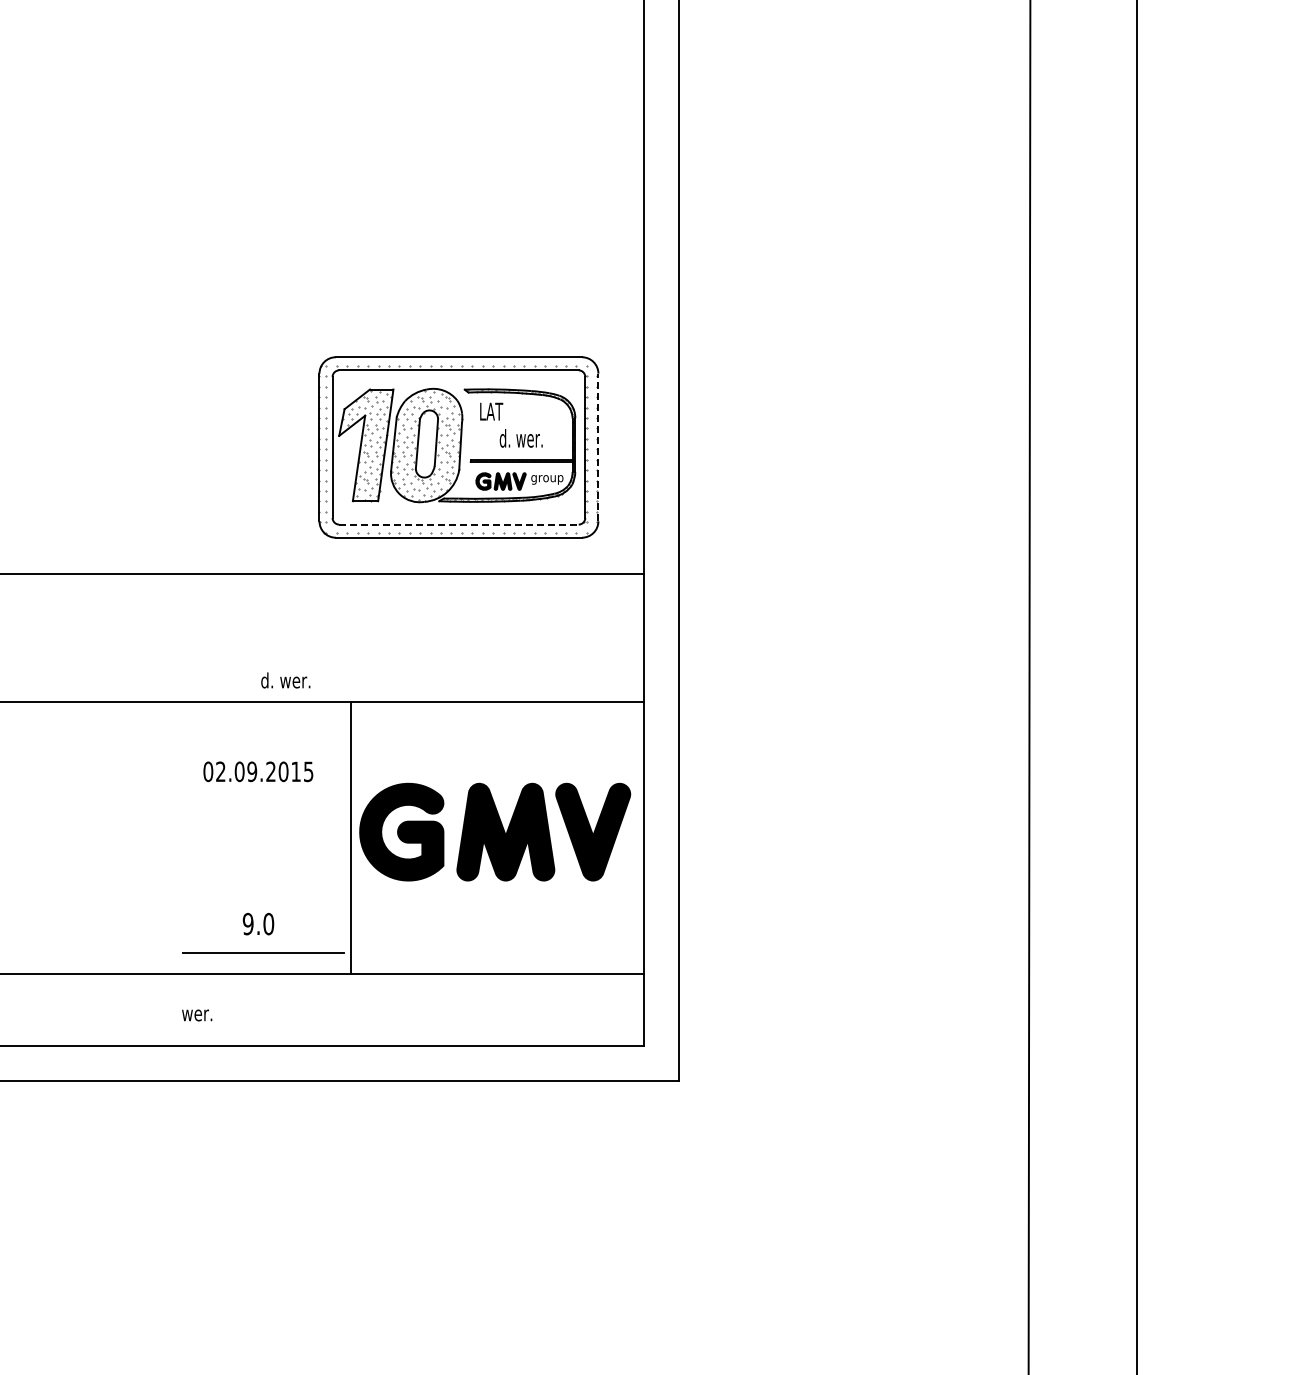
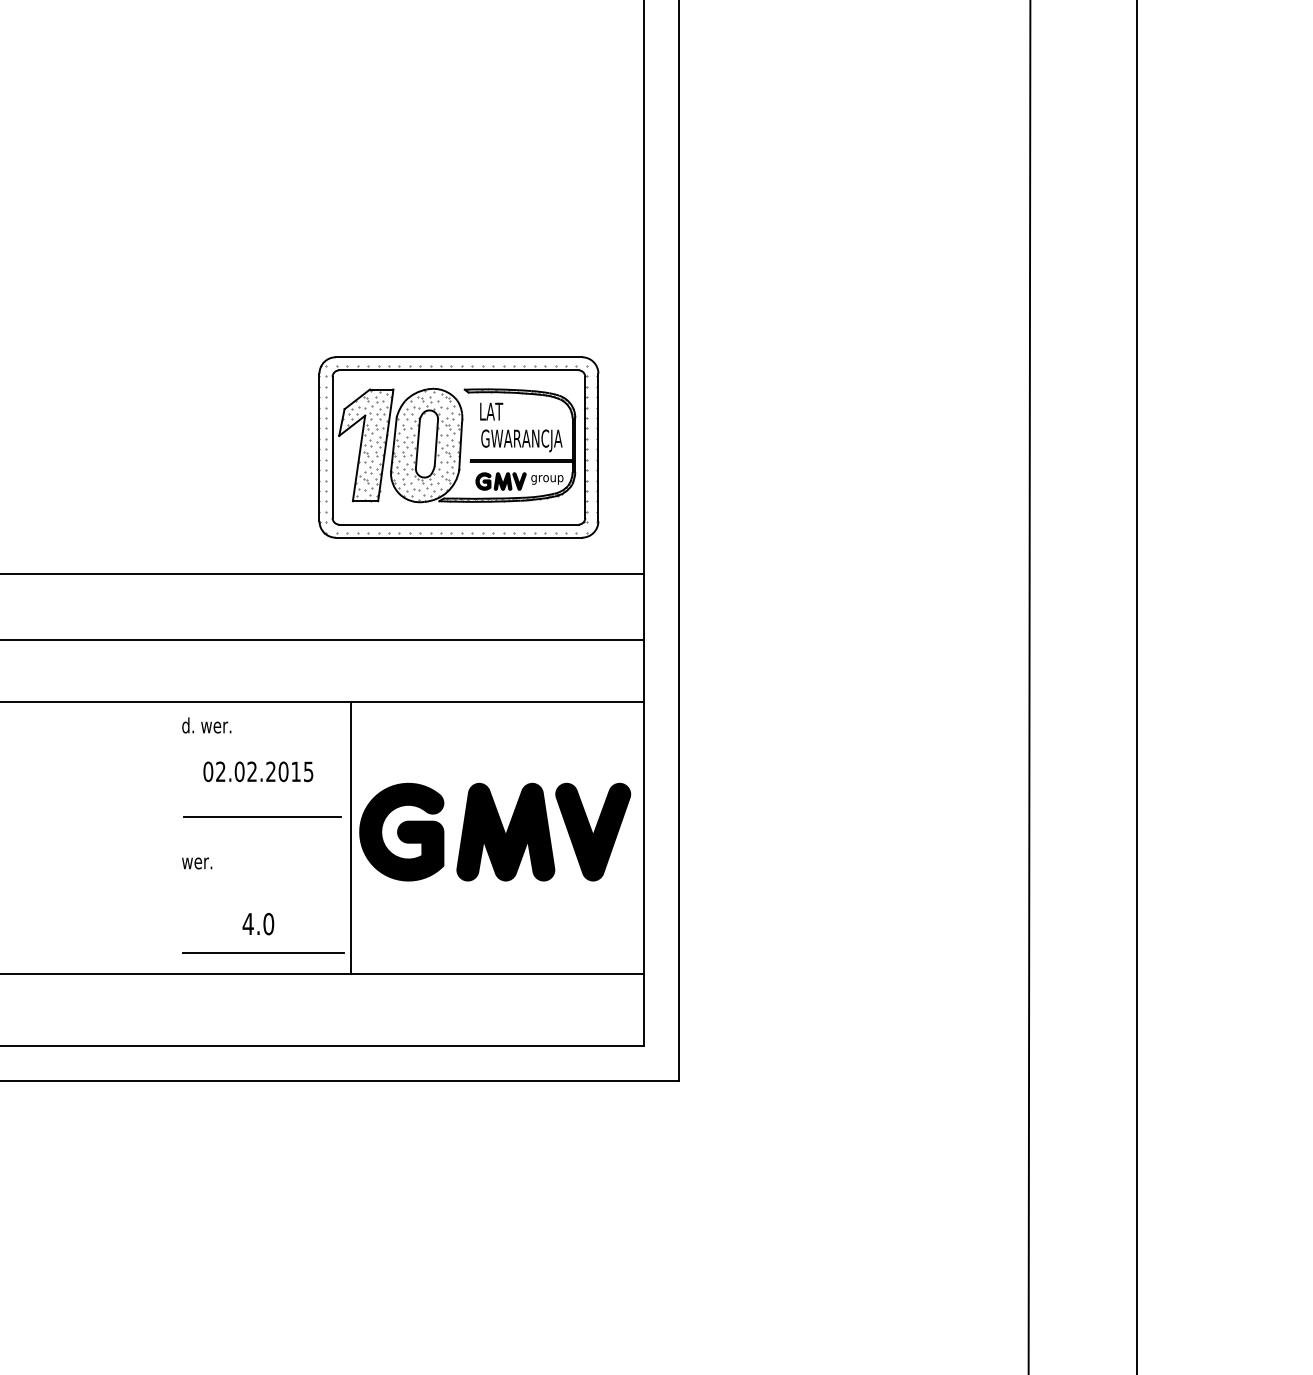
text at (521, 440): d. wer. -> GWARANCJA
line at (598, 447): dashed -> solid
line at (458, 524): dashed -> solid
line at (323, 640): none -> present
text at (285, 680) position: (285, 680) -> (206, 725)
text at (252, 771): 02.09.2015 -> 02.02.2015
line at (261, 816): none -> present
text at (247, 923): 9.0 -> 4.0
text at (197, 1015) position: (197, 1015) -> (197, 863)
